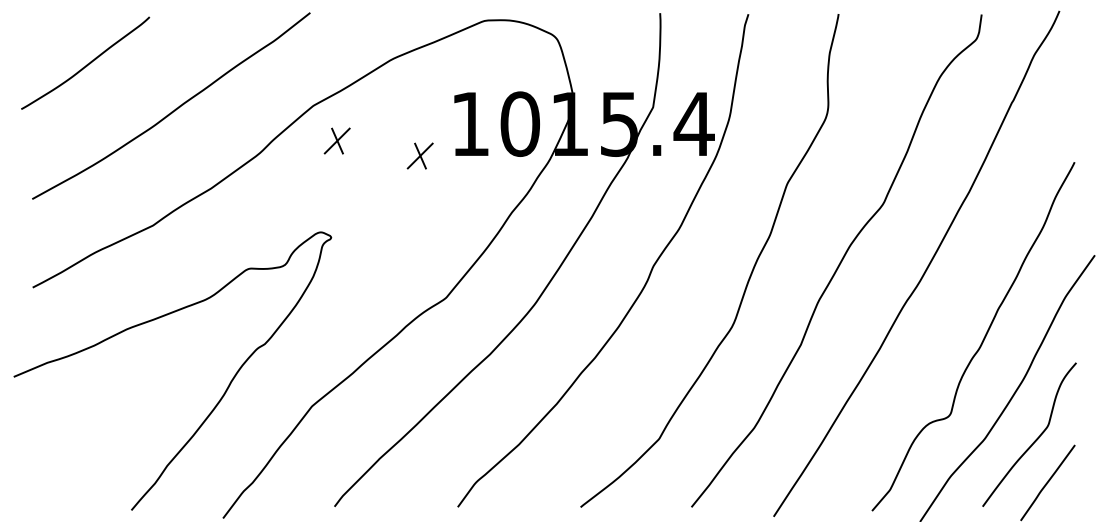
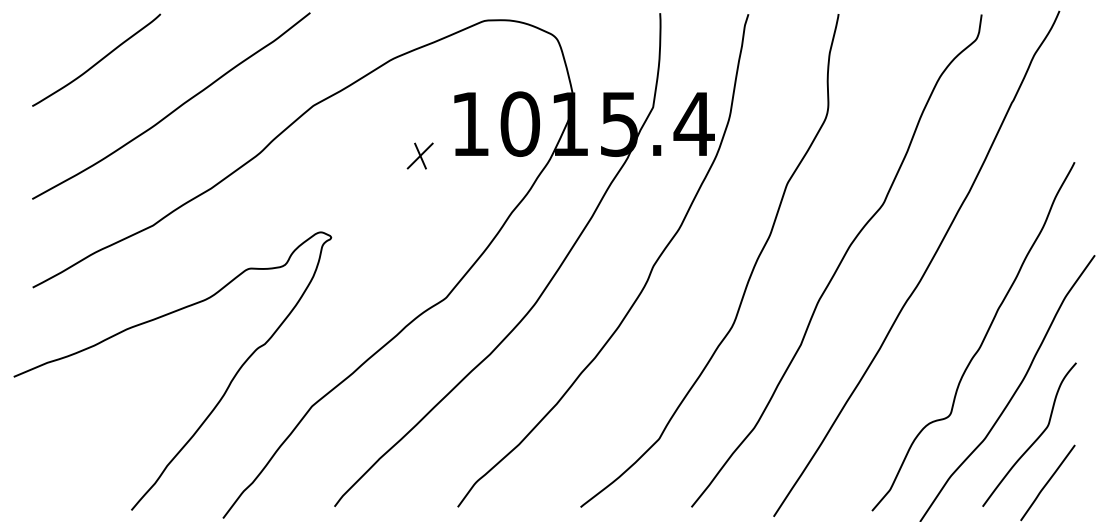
curve at (87, 63) position: (87, 63) -> (98, 60)
part at (336, 140): present -> none
